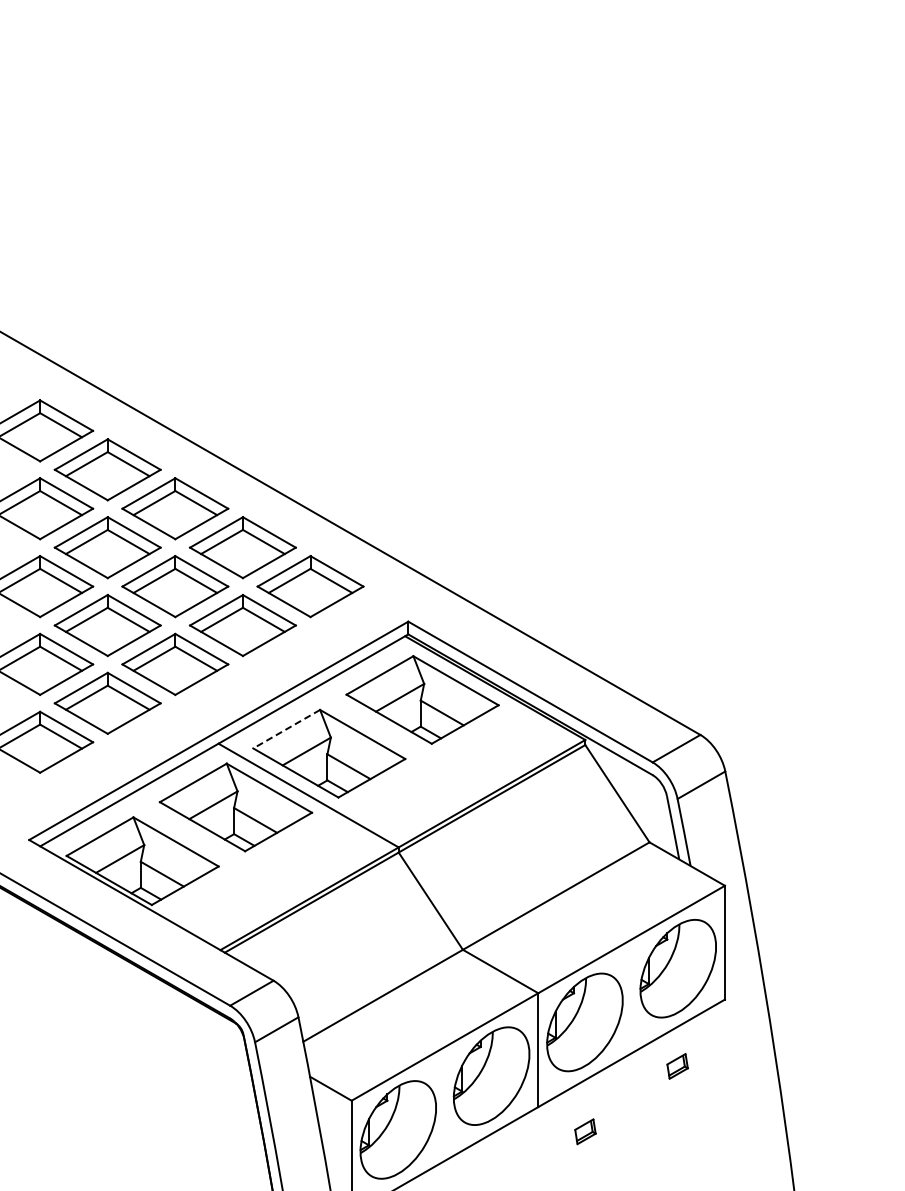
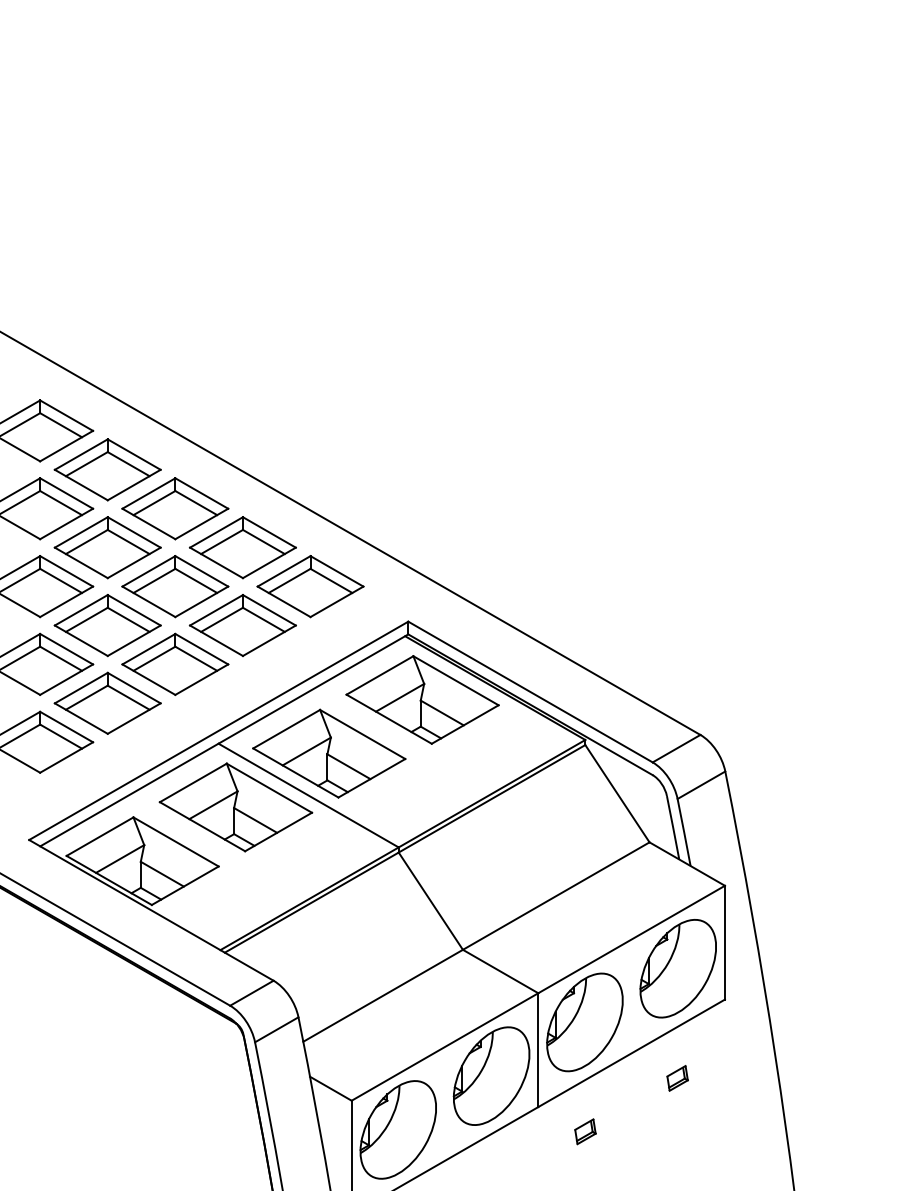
line at (286, 729): dashed -> solid
part at (677, 1066) position: (677, 1066) -> (677, 1078)
